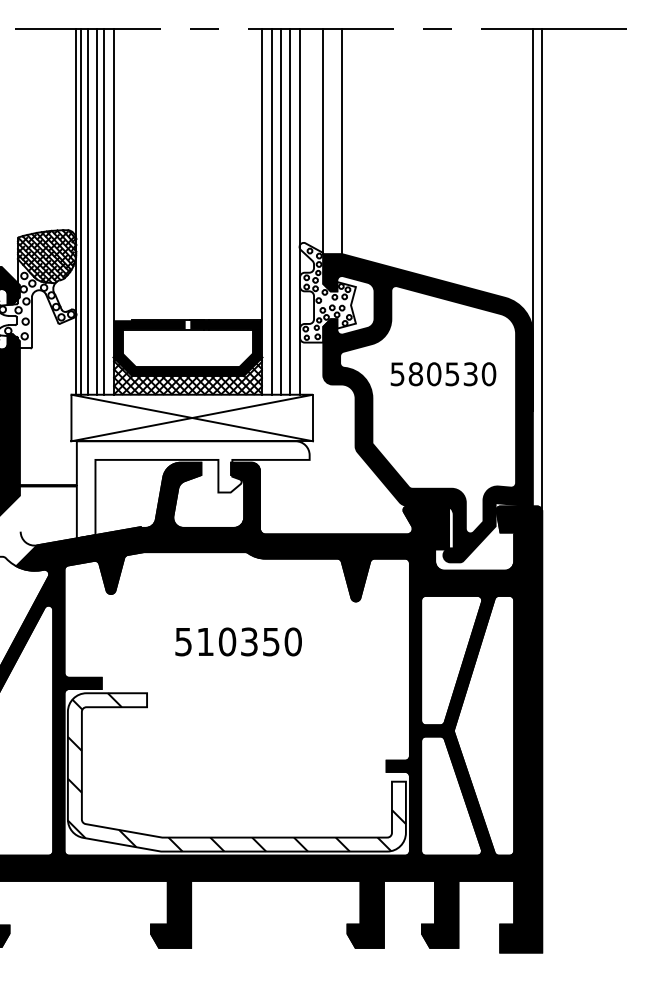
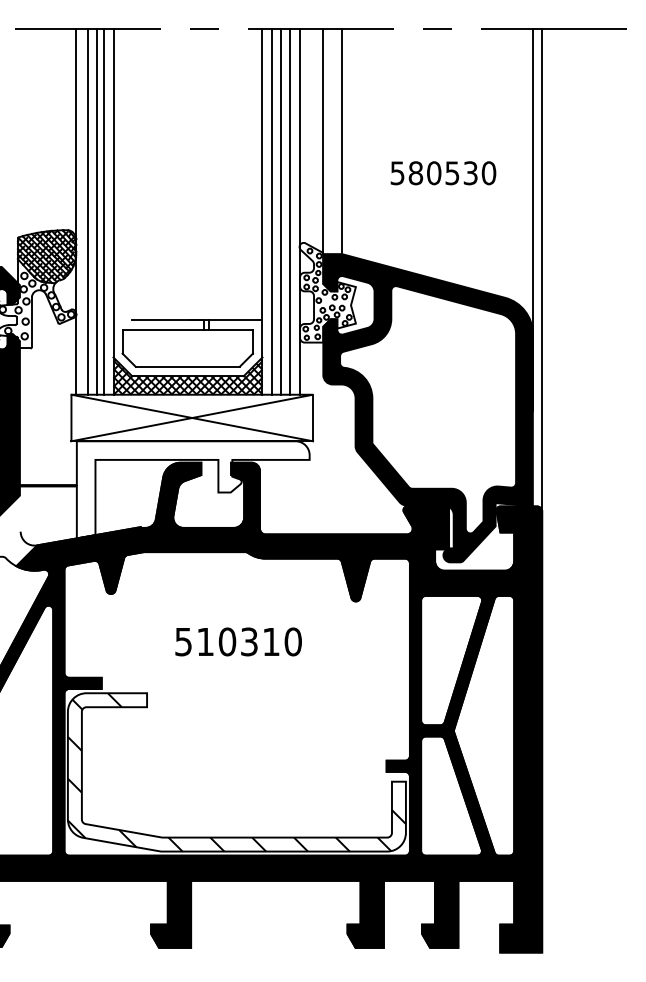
line at (80, 211): present -> none
fill at (187, 348): present -> none
text at (443, 374) position: (443, 374) -> (443, 173)
text at (271, 642): 510350 -> 510310
